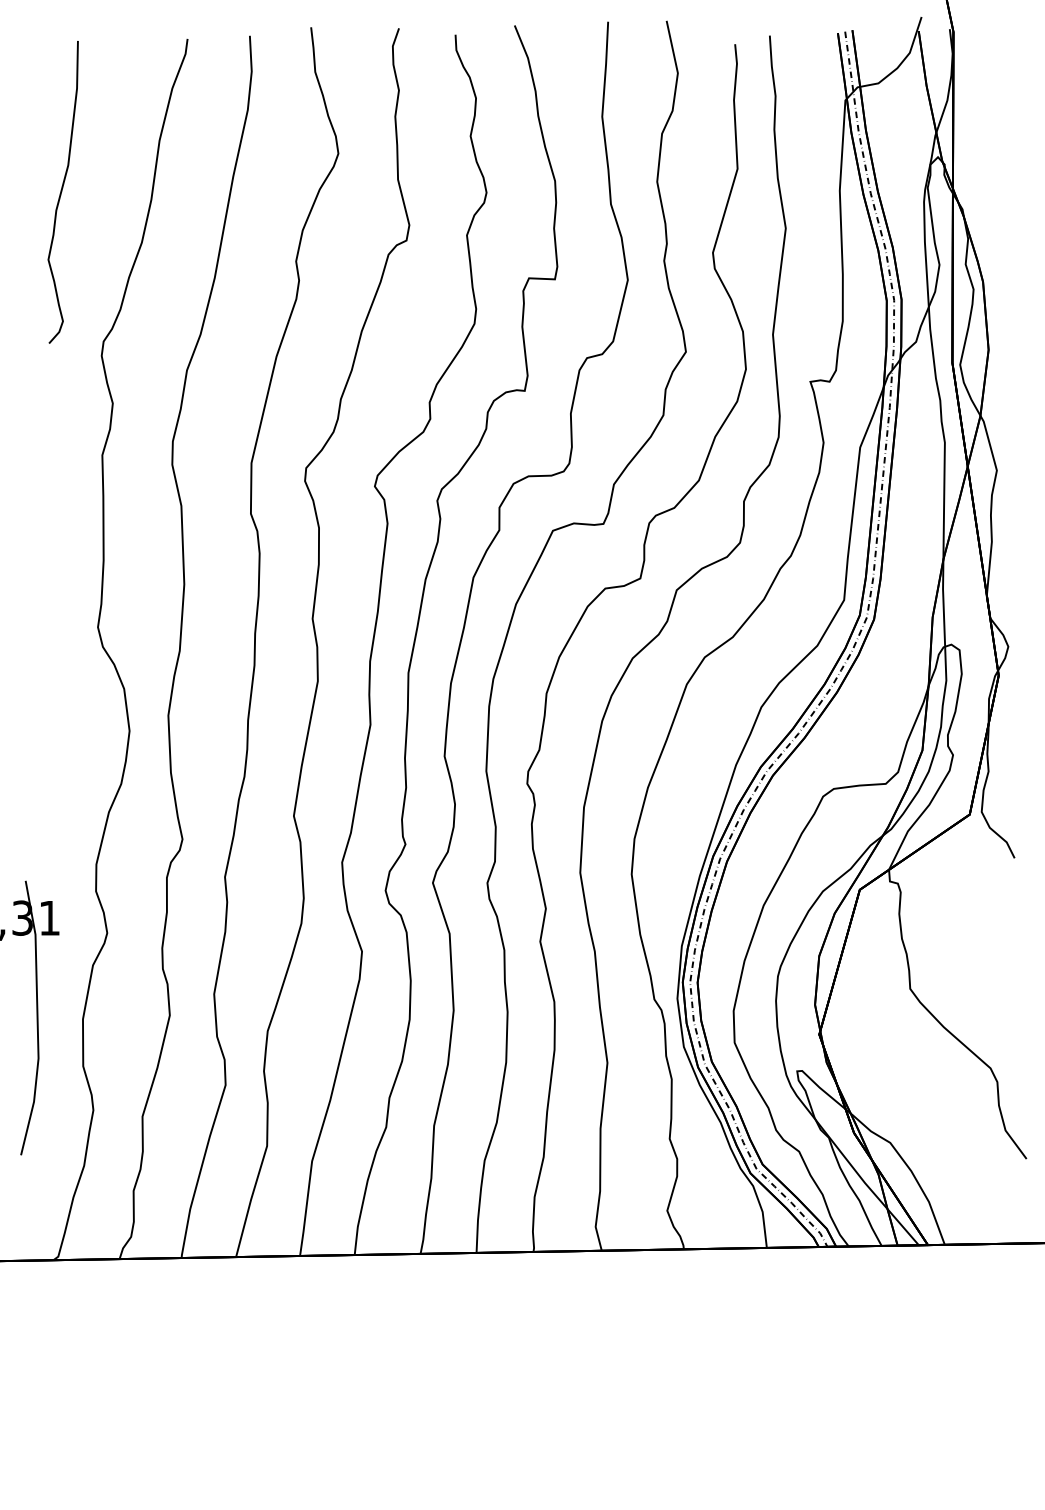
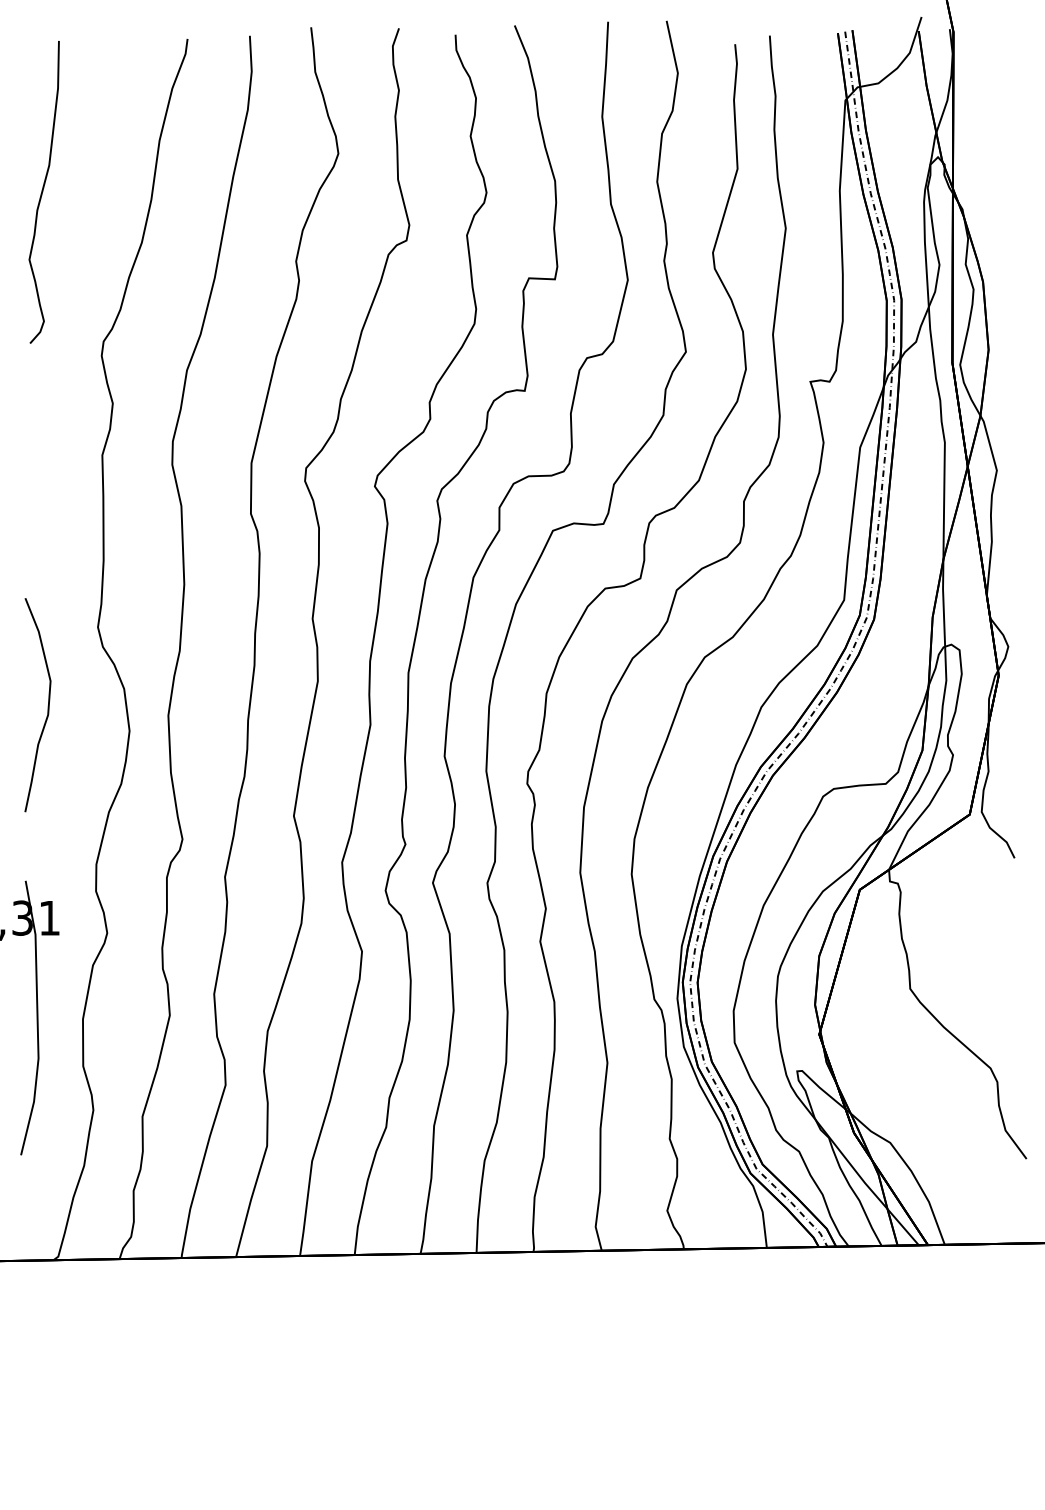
curve at (62, 191) position: (62, 191) -> (43, 191)
curve at (47, 706): none -> present
